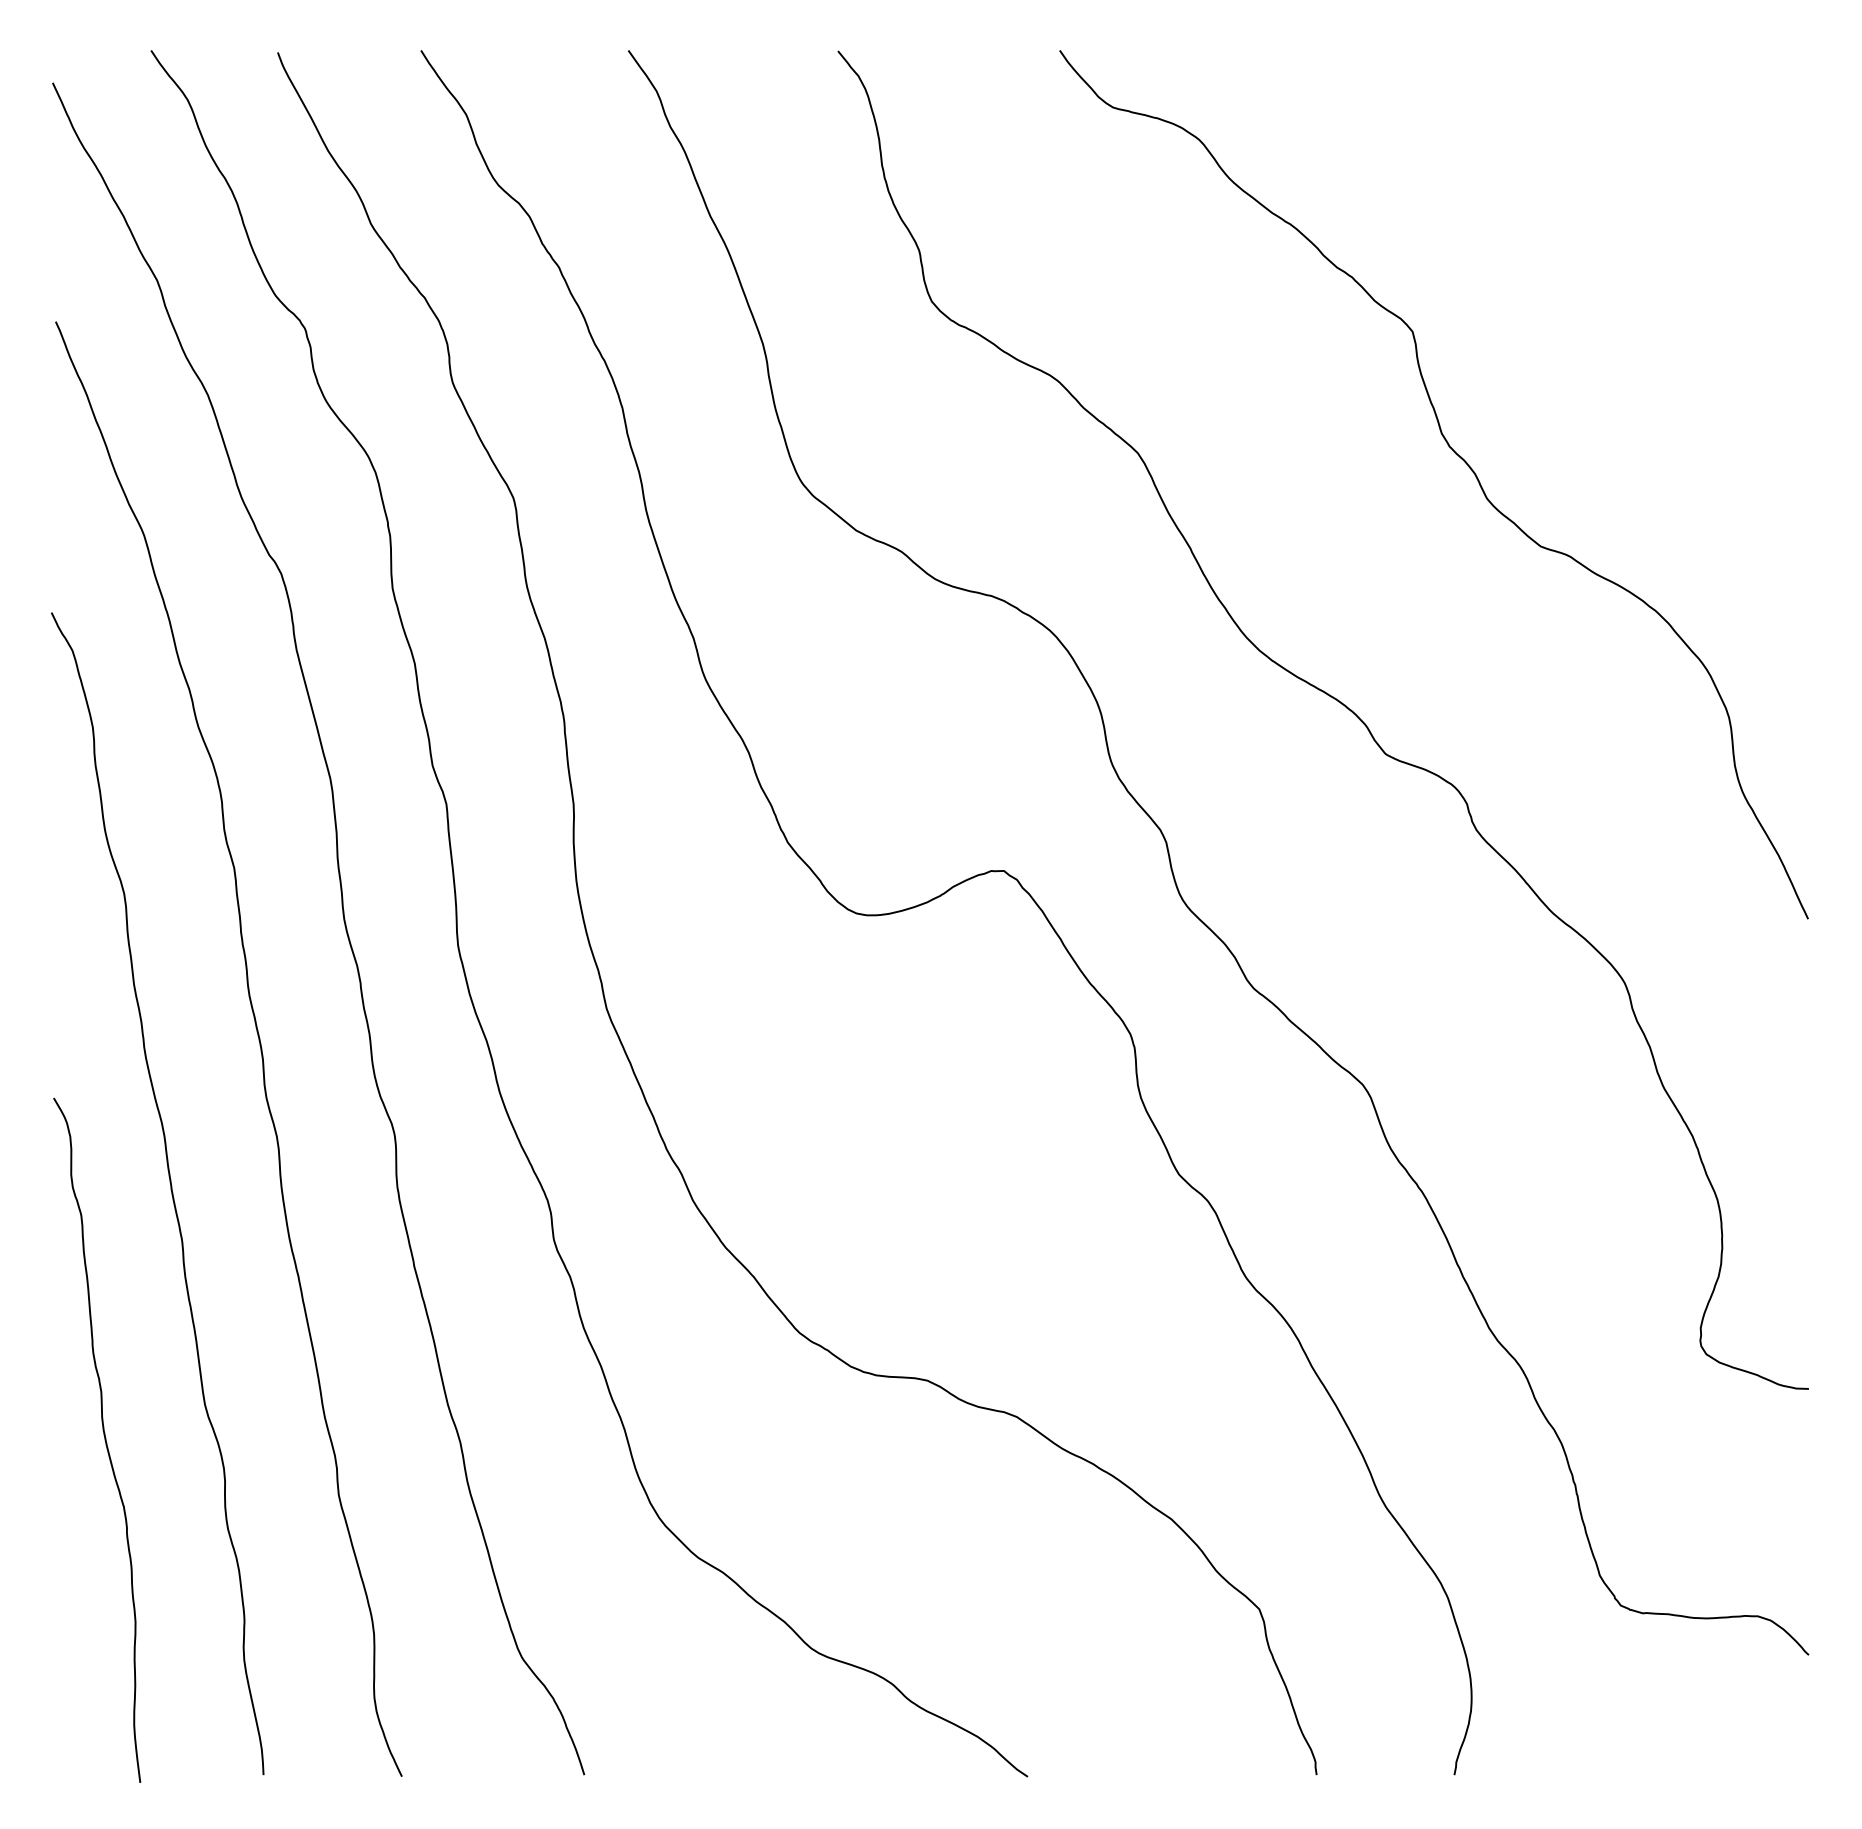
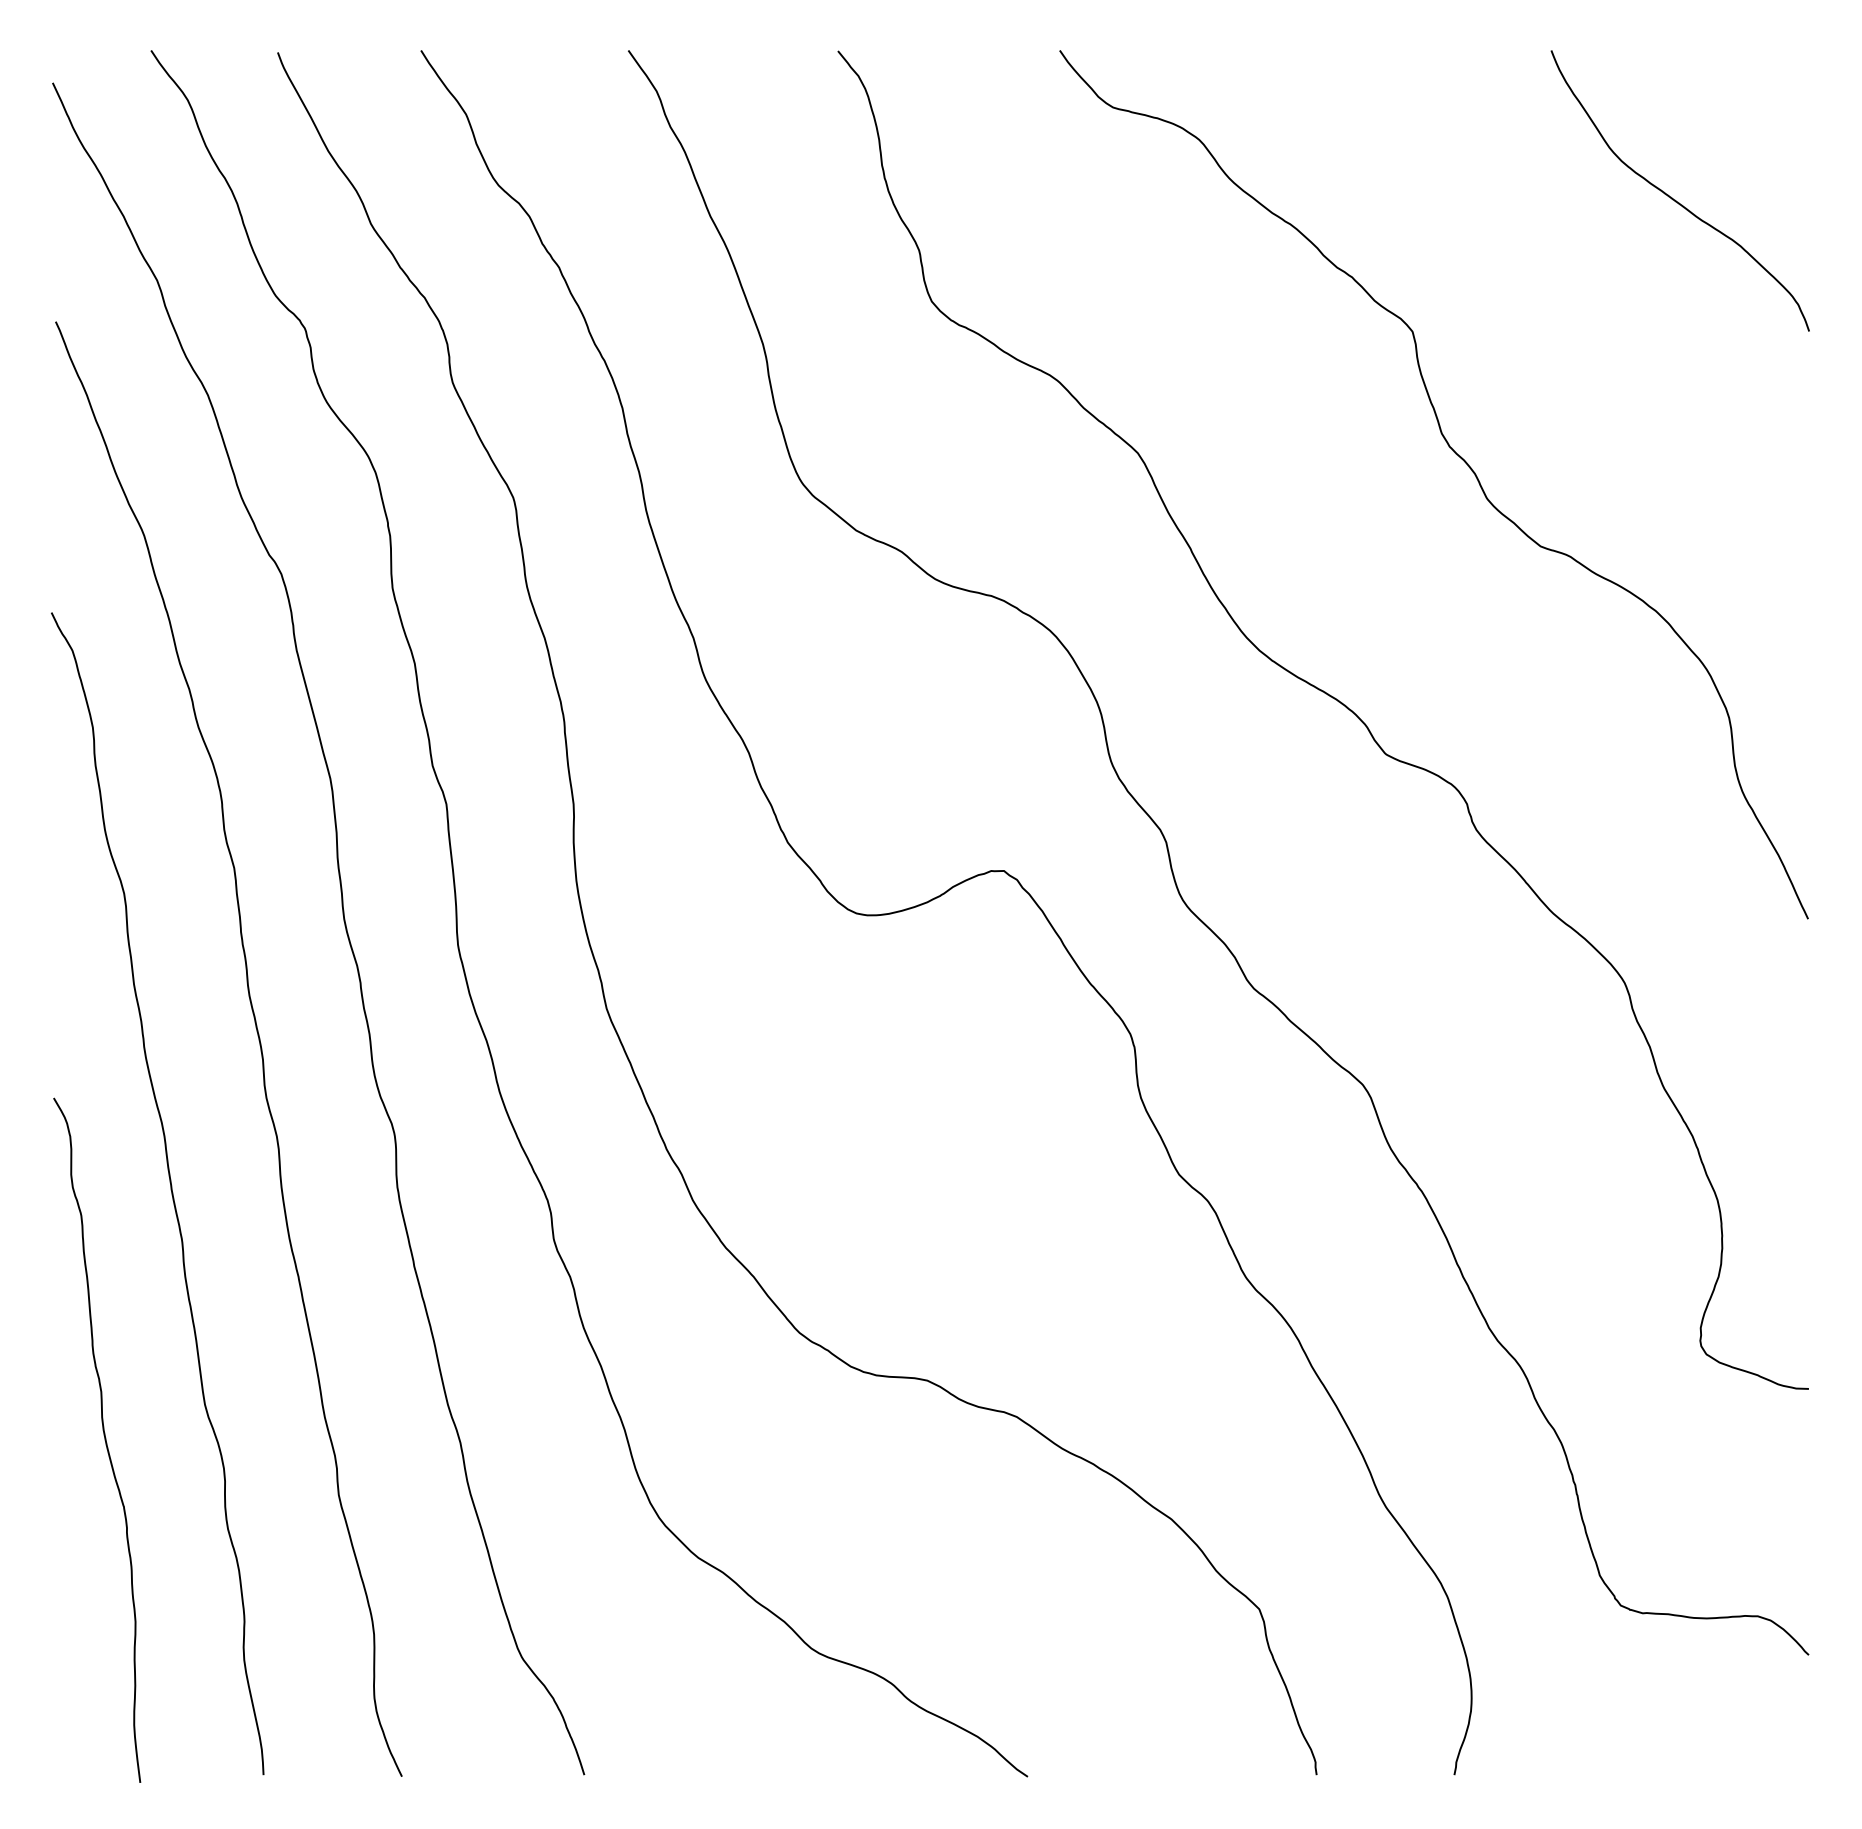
curve at (1675, 199): none -> present
